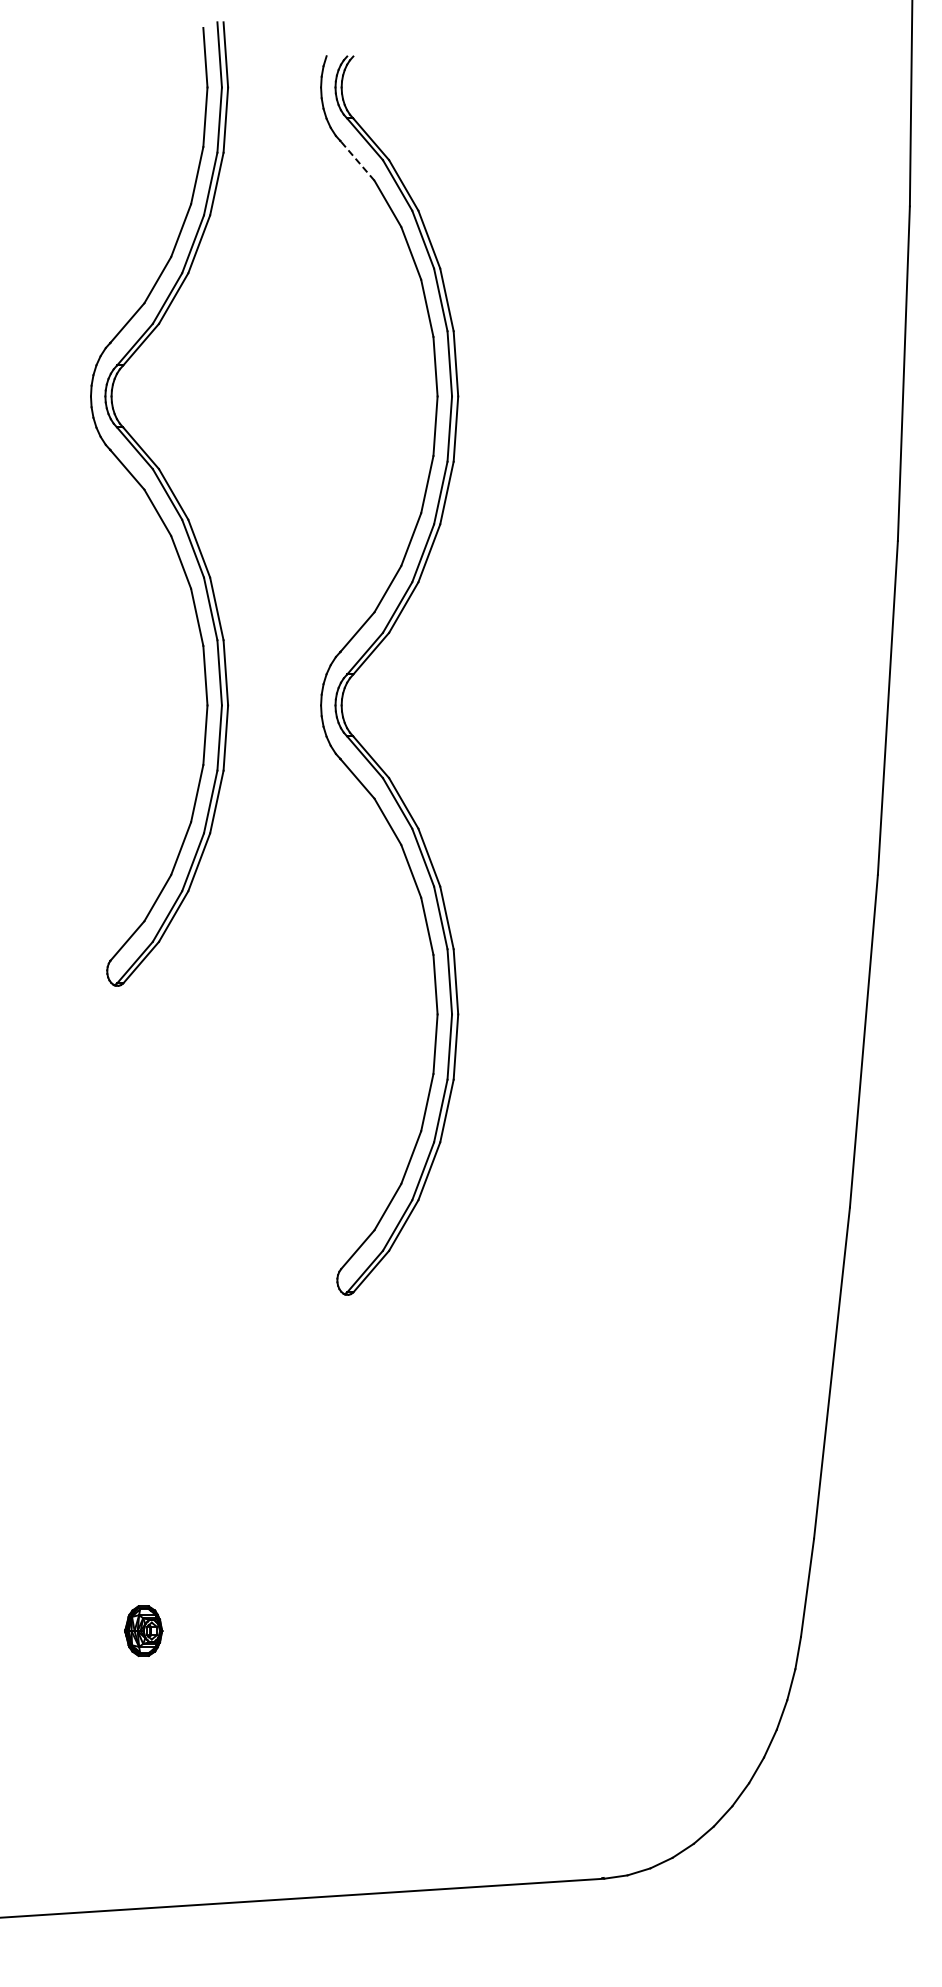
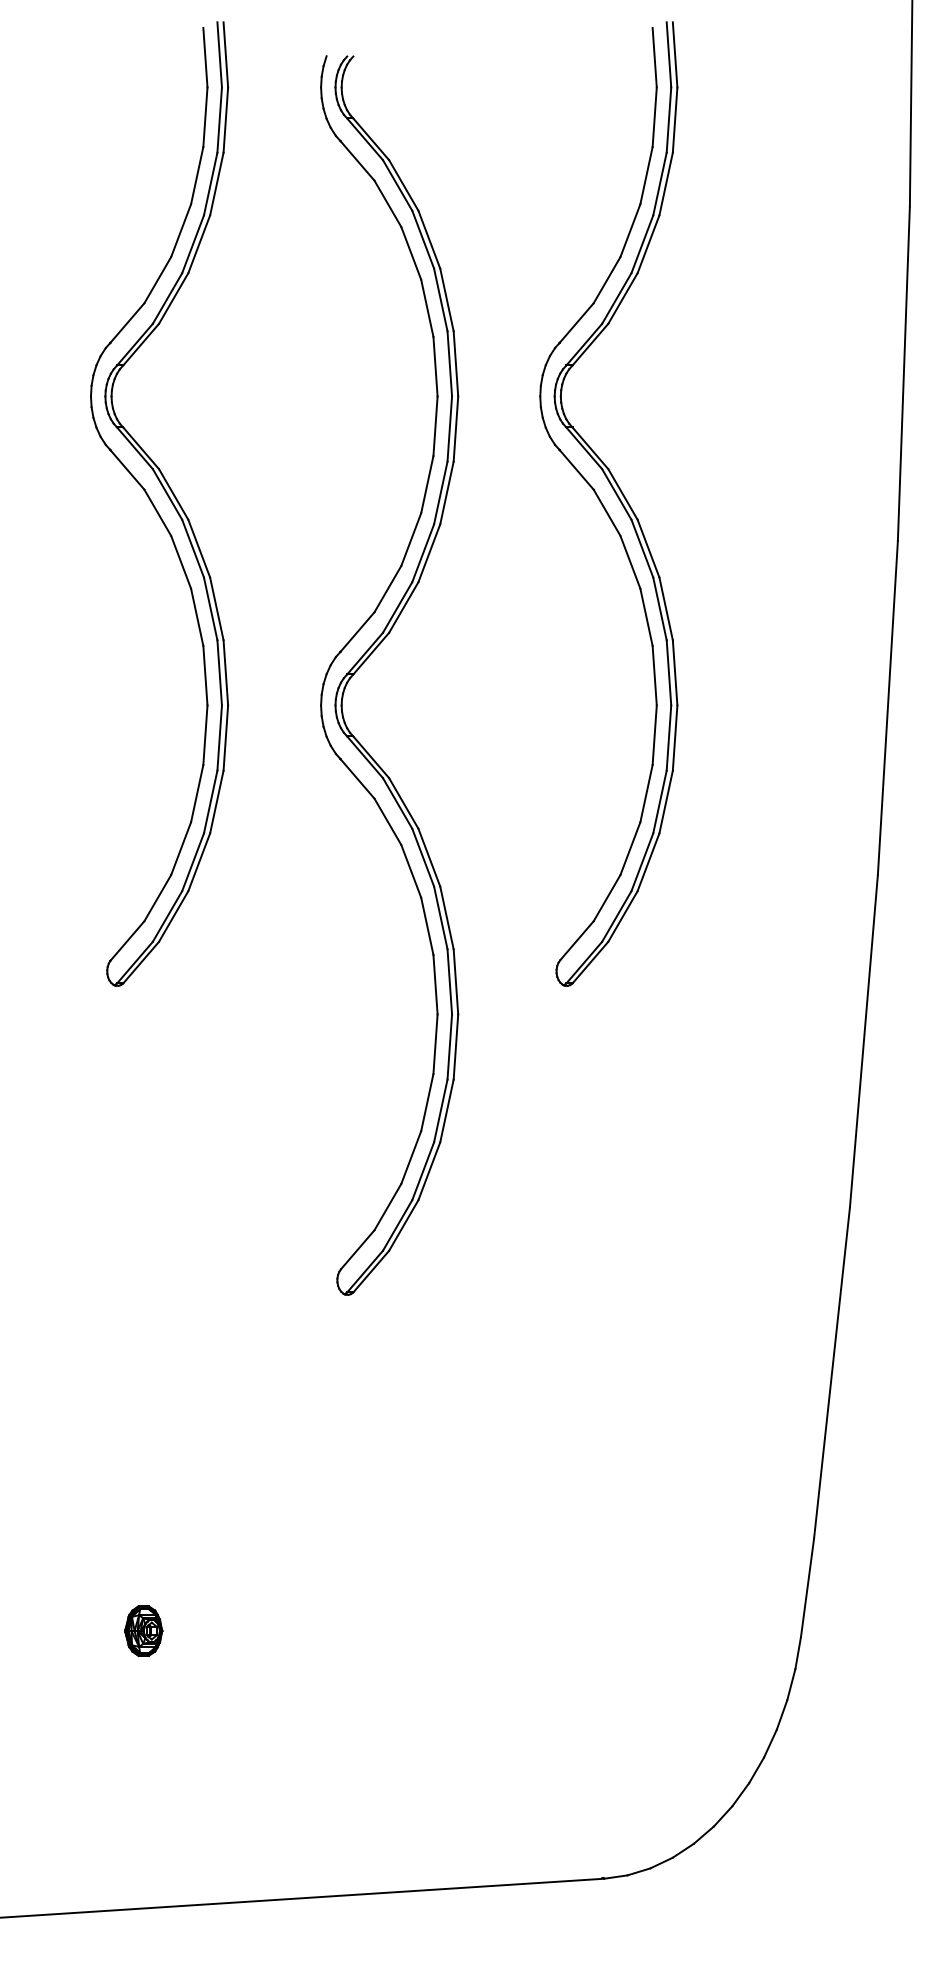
line at (357, 160): dashed -> solid
part at (608, 503): none -> present
